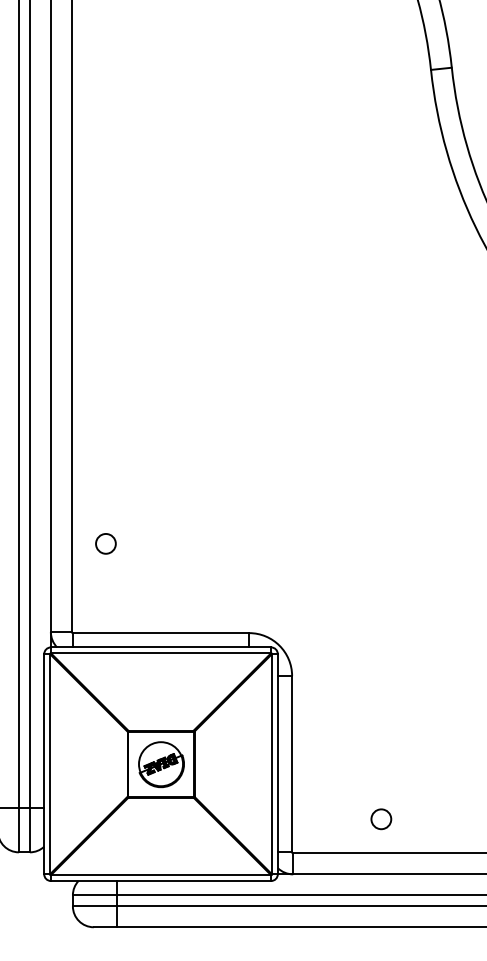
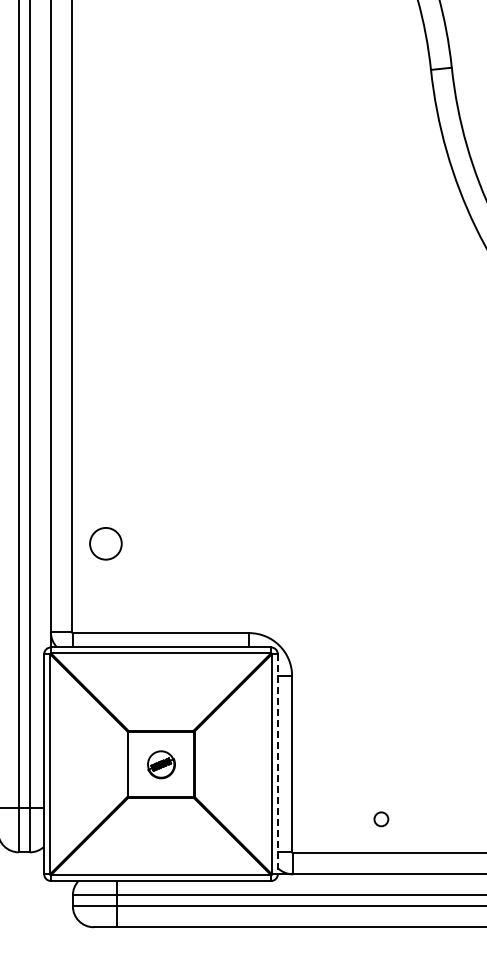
circle at (105, 543) size: 22x22 px -> 34x34 px
part at (161, 764) size: 47x48 px -> 29x30 px
line at (277, 764): solid -> dashed
circle at (381, 819) size: 23x23 px -> 17x17 px
